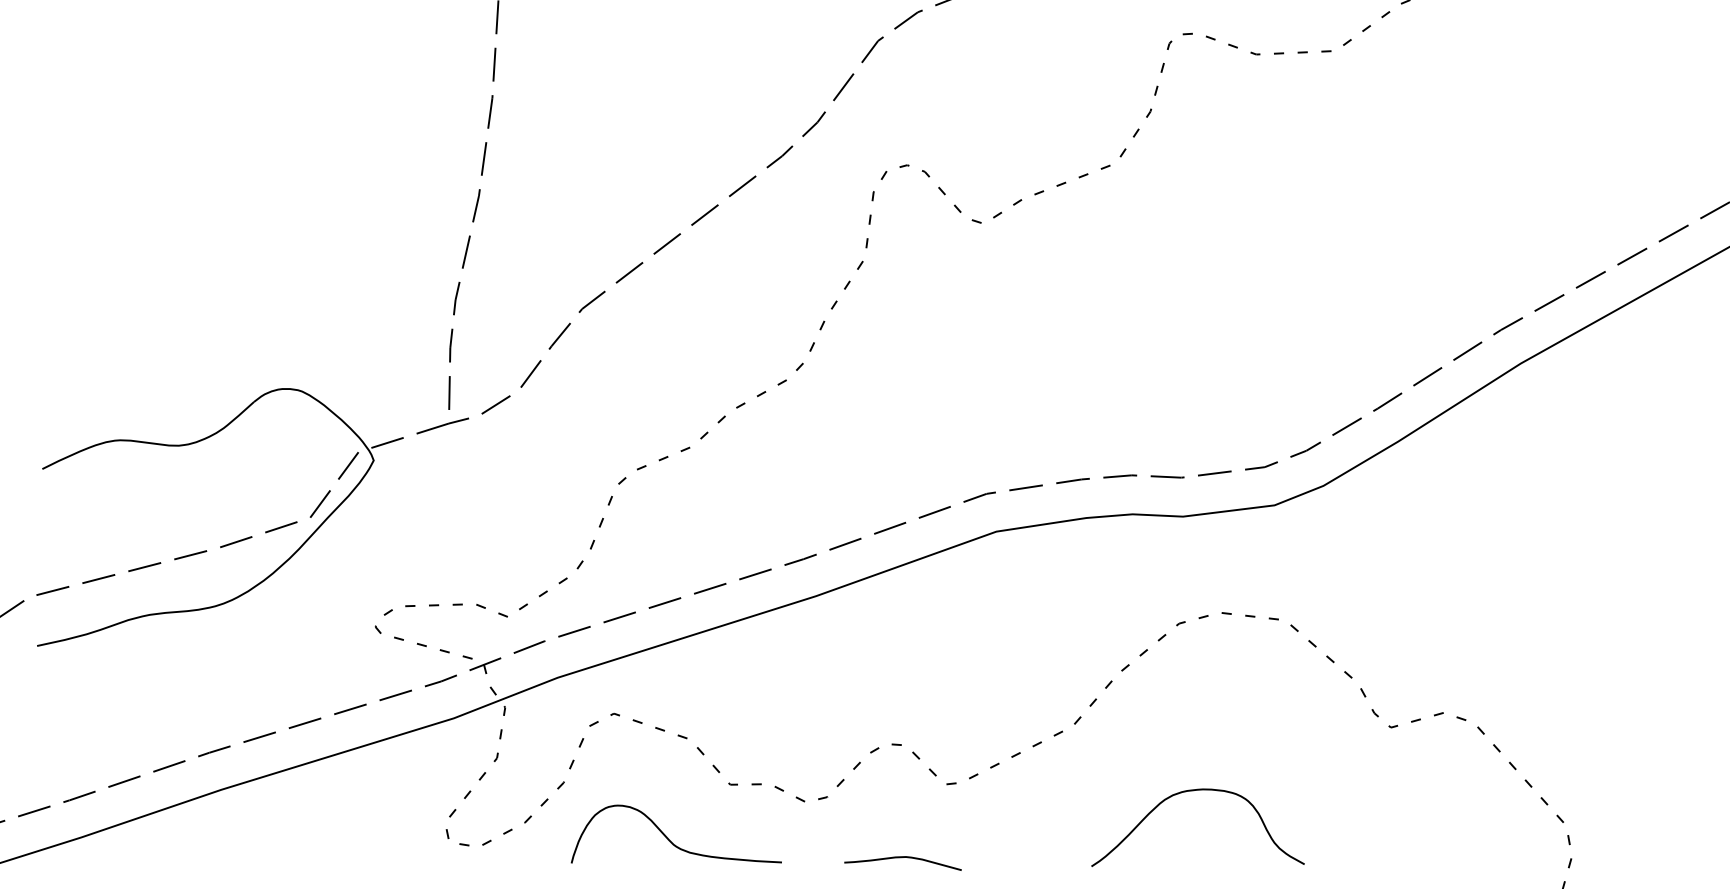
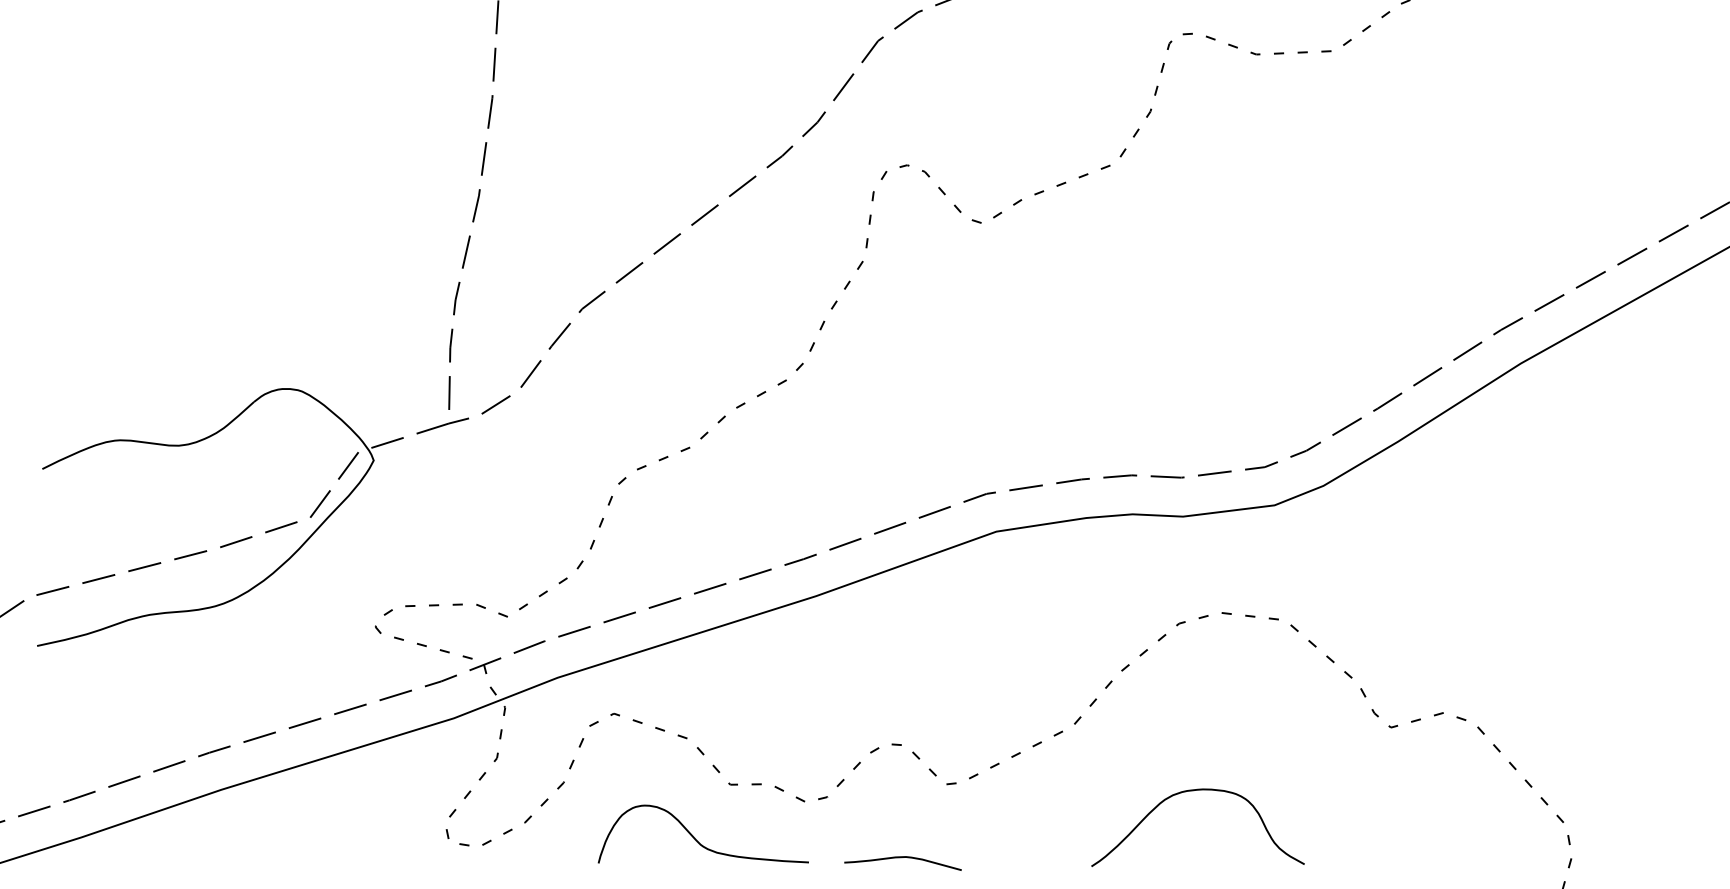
curve at (669, 839) position: (669, 839) -> (696, 839)
